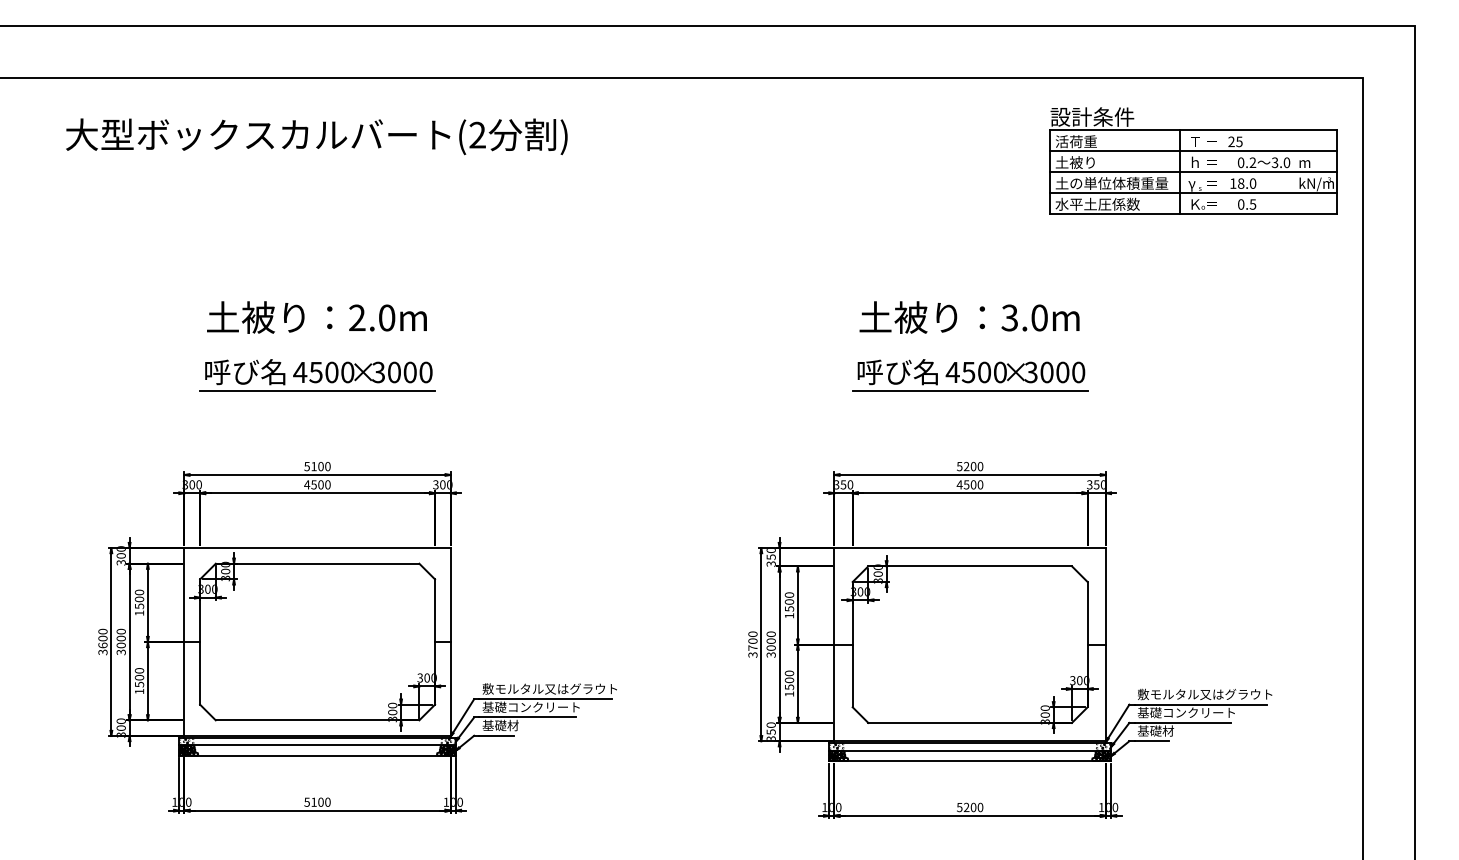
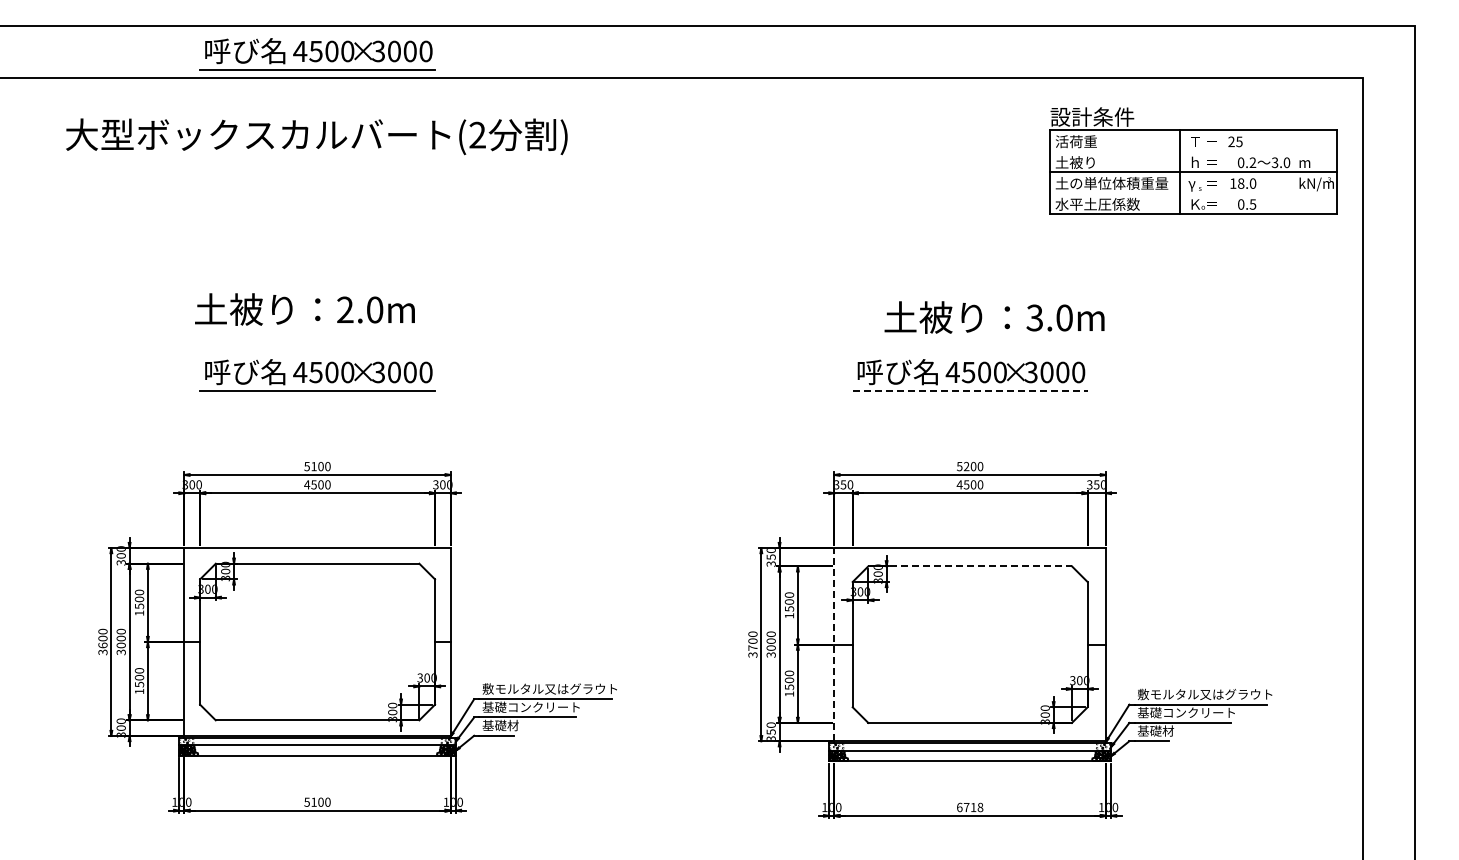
part at (317, 54): none -> present
line at (1192, 151): present -> none
line at (1192, 193): present -> none
text at (316, 317) position: (316, 317) -> (304, 309)
text at (969, 317) position: (969, 317) -> (994, 317)
line at (970, 391): solid -> dashed
line at (970, 566): solid -> dashed
line at (834, 644): solid -> dashed
text at (970, 807): 5200 -> 6718
